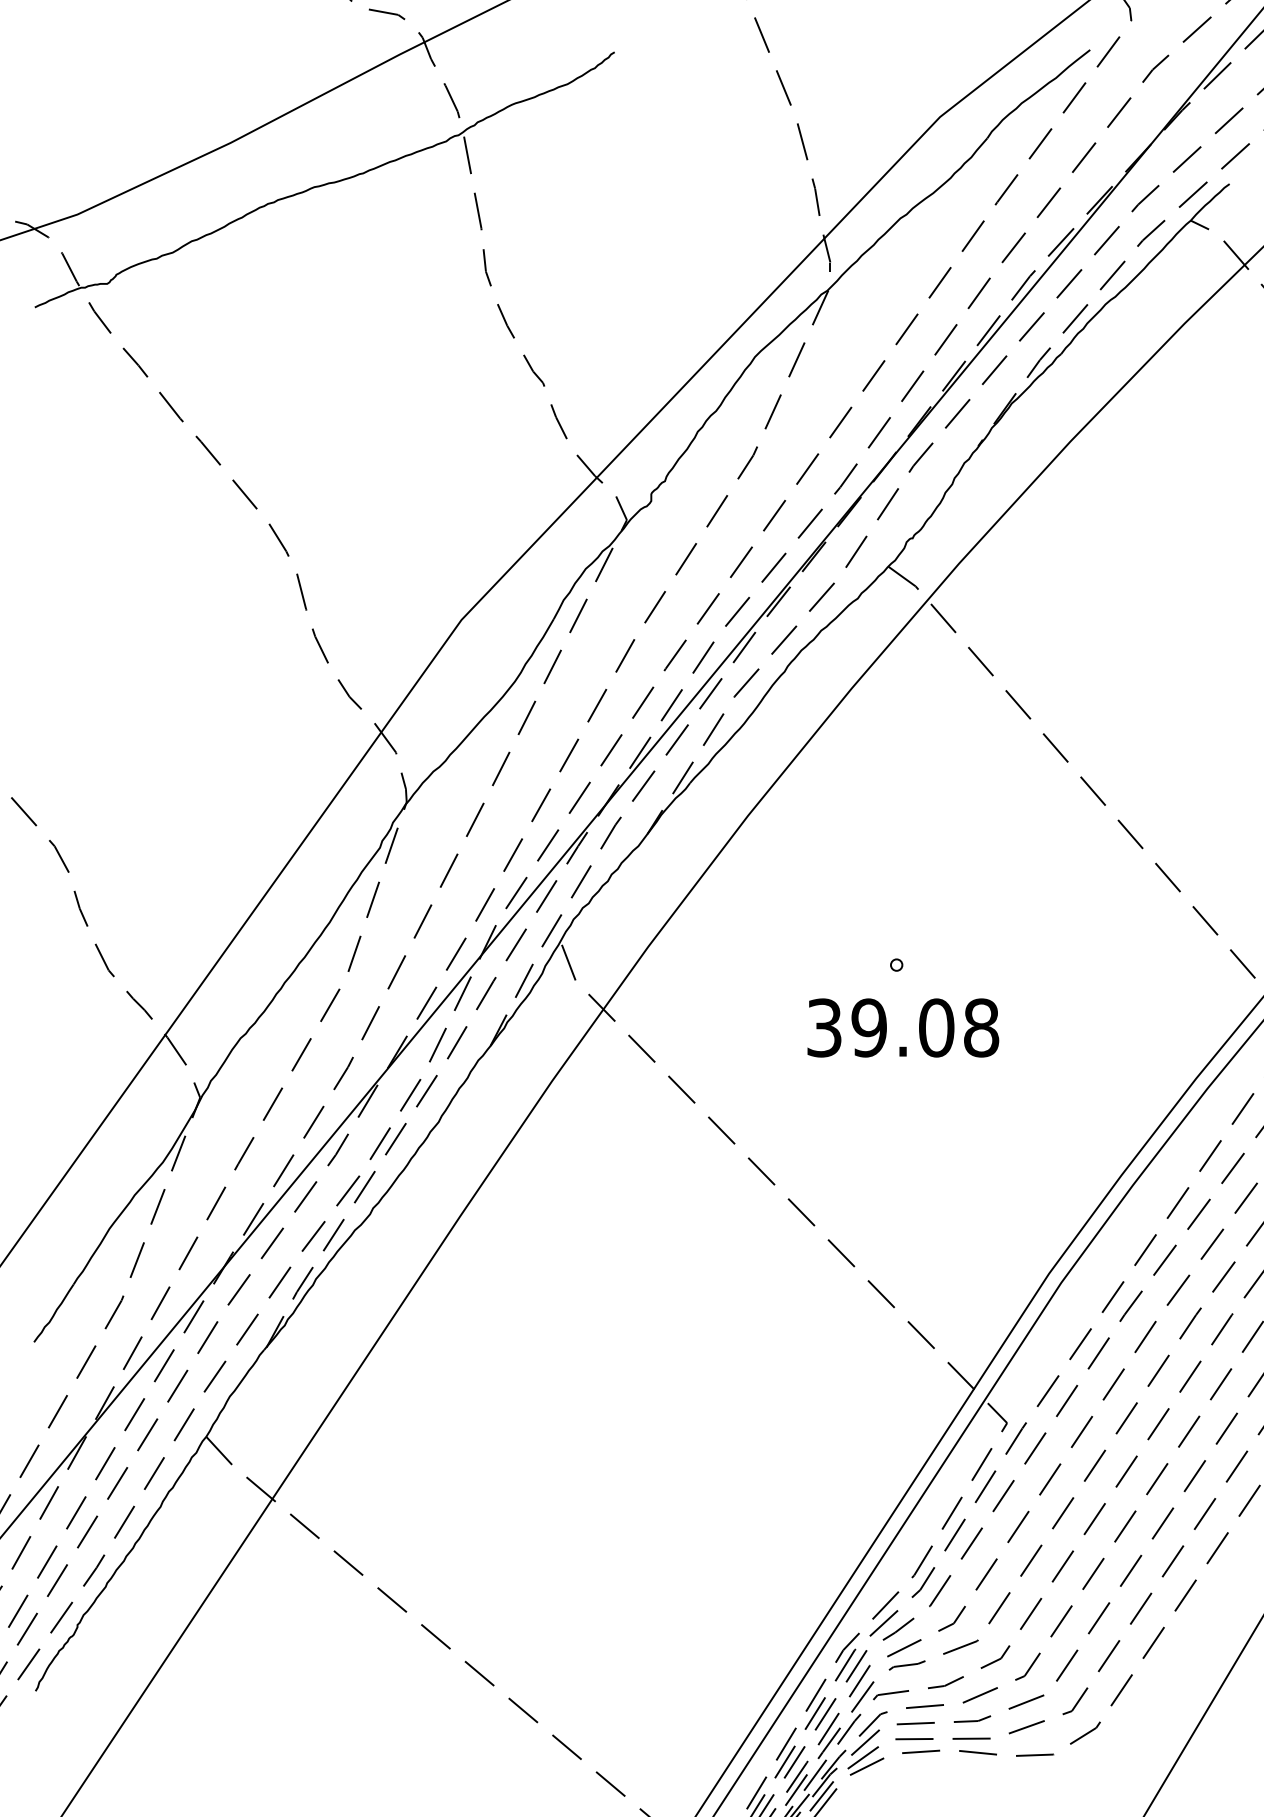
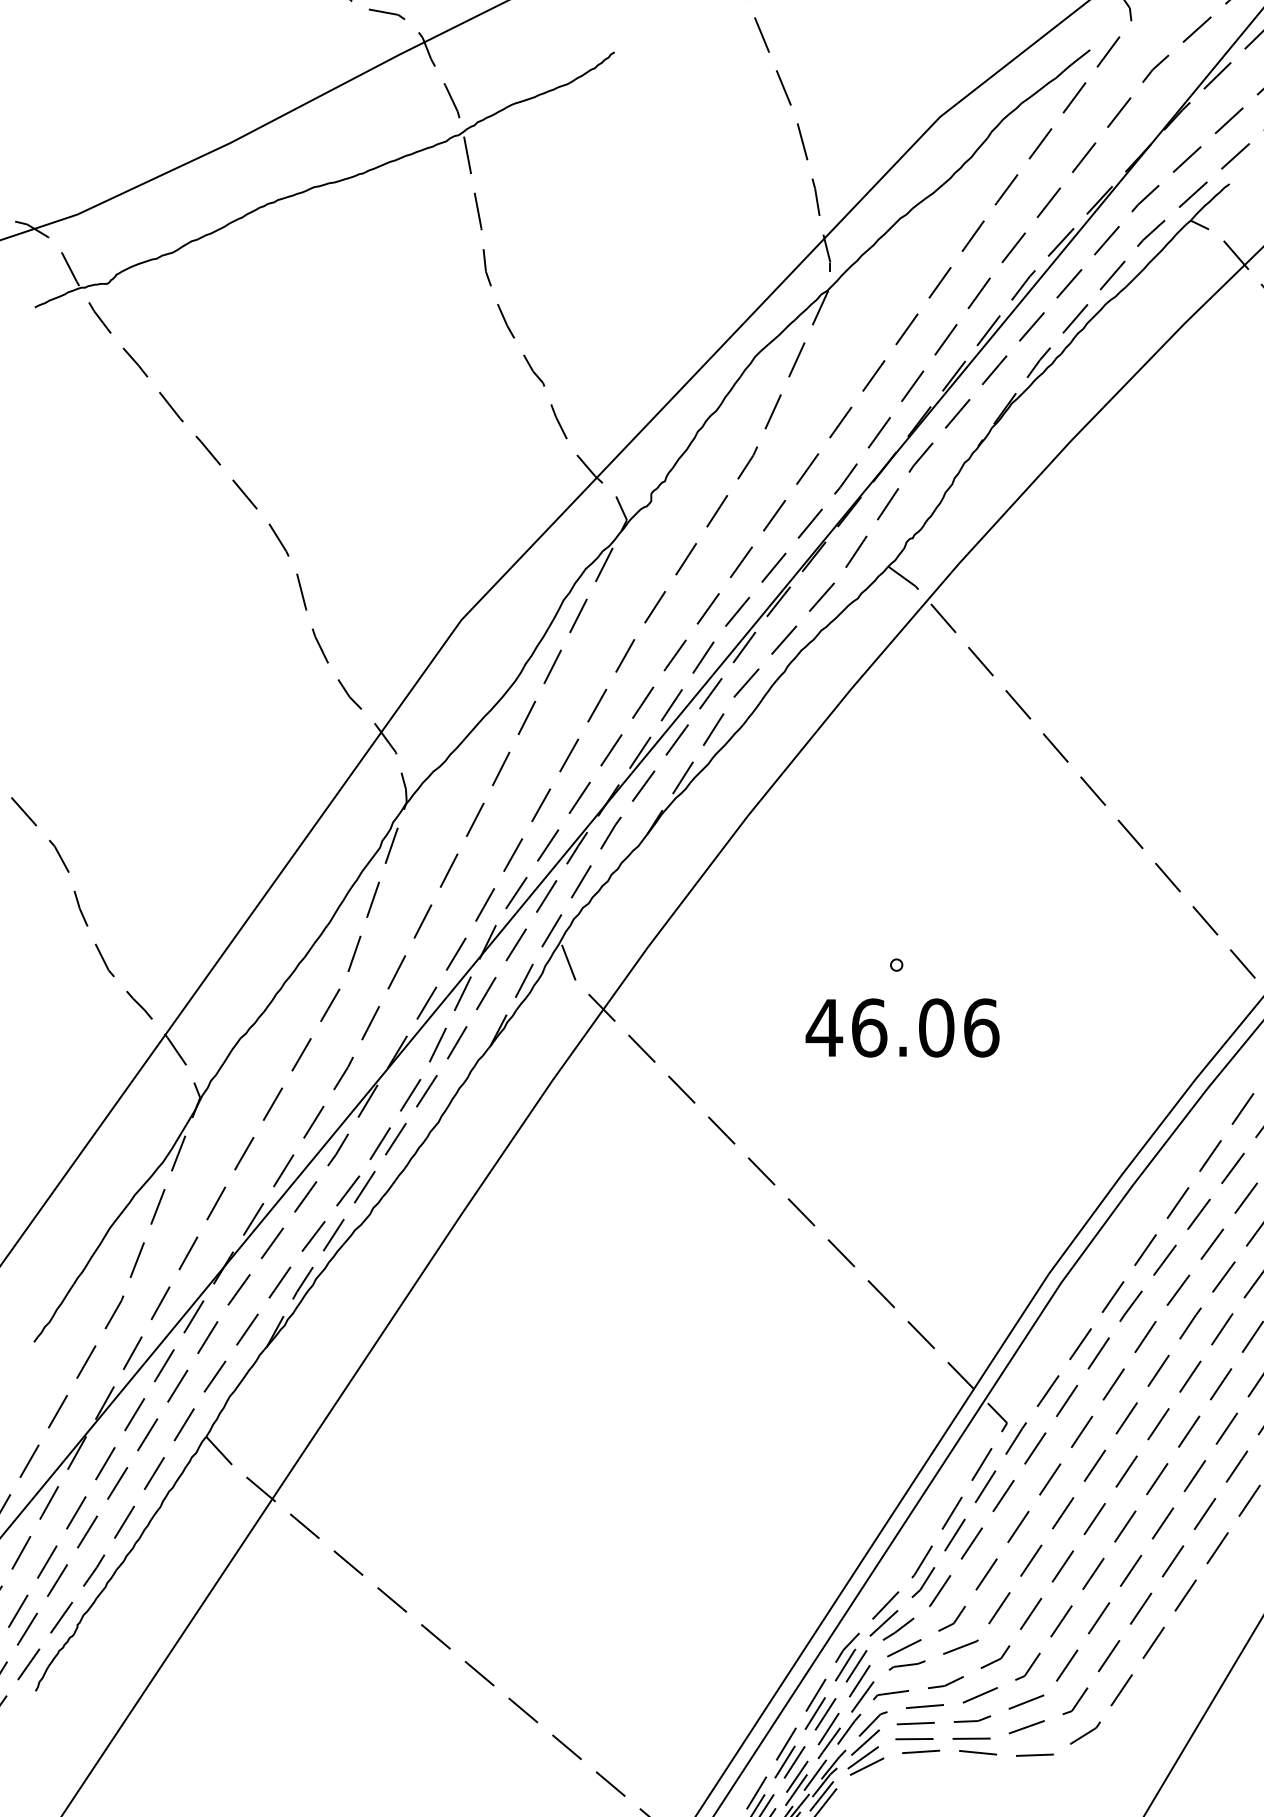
text at (902, 1027): 39.08 -> 46.06
